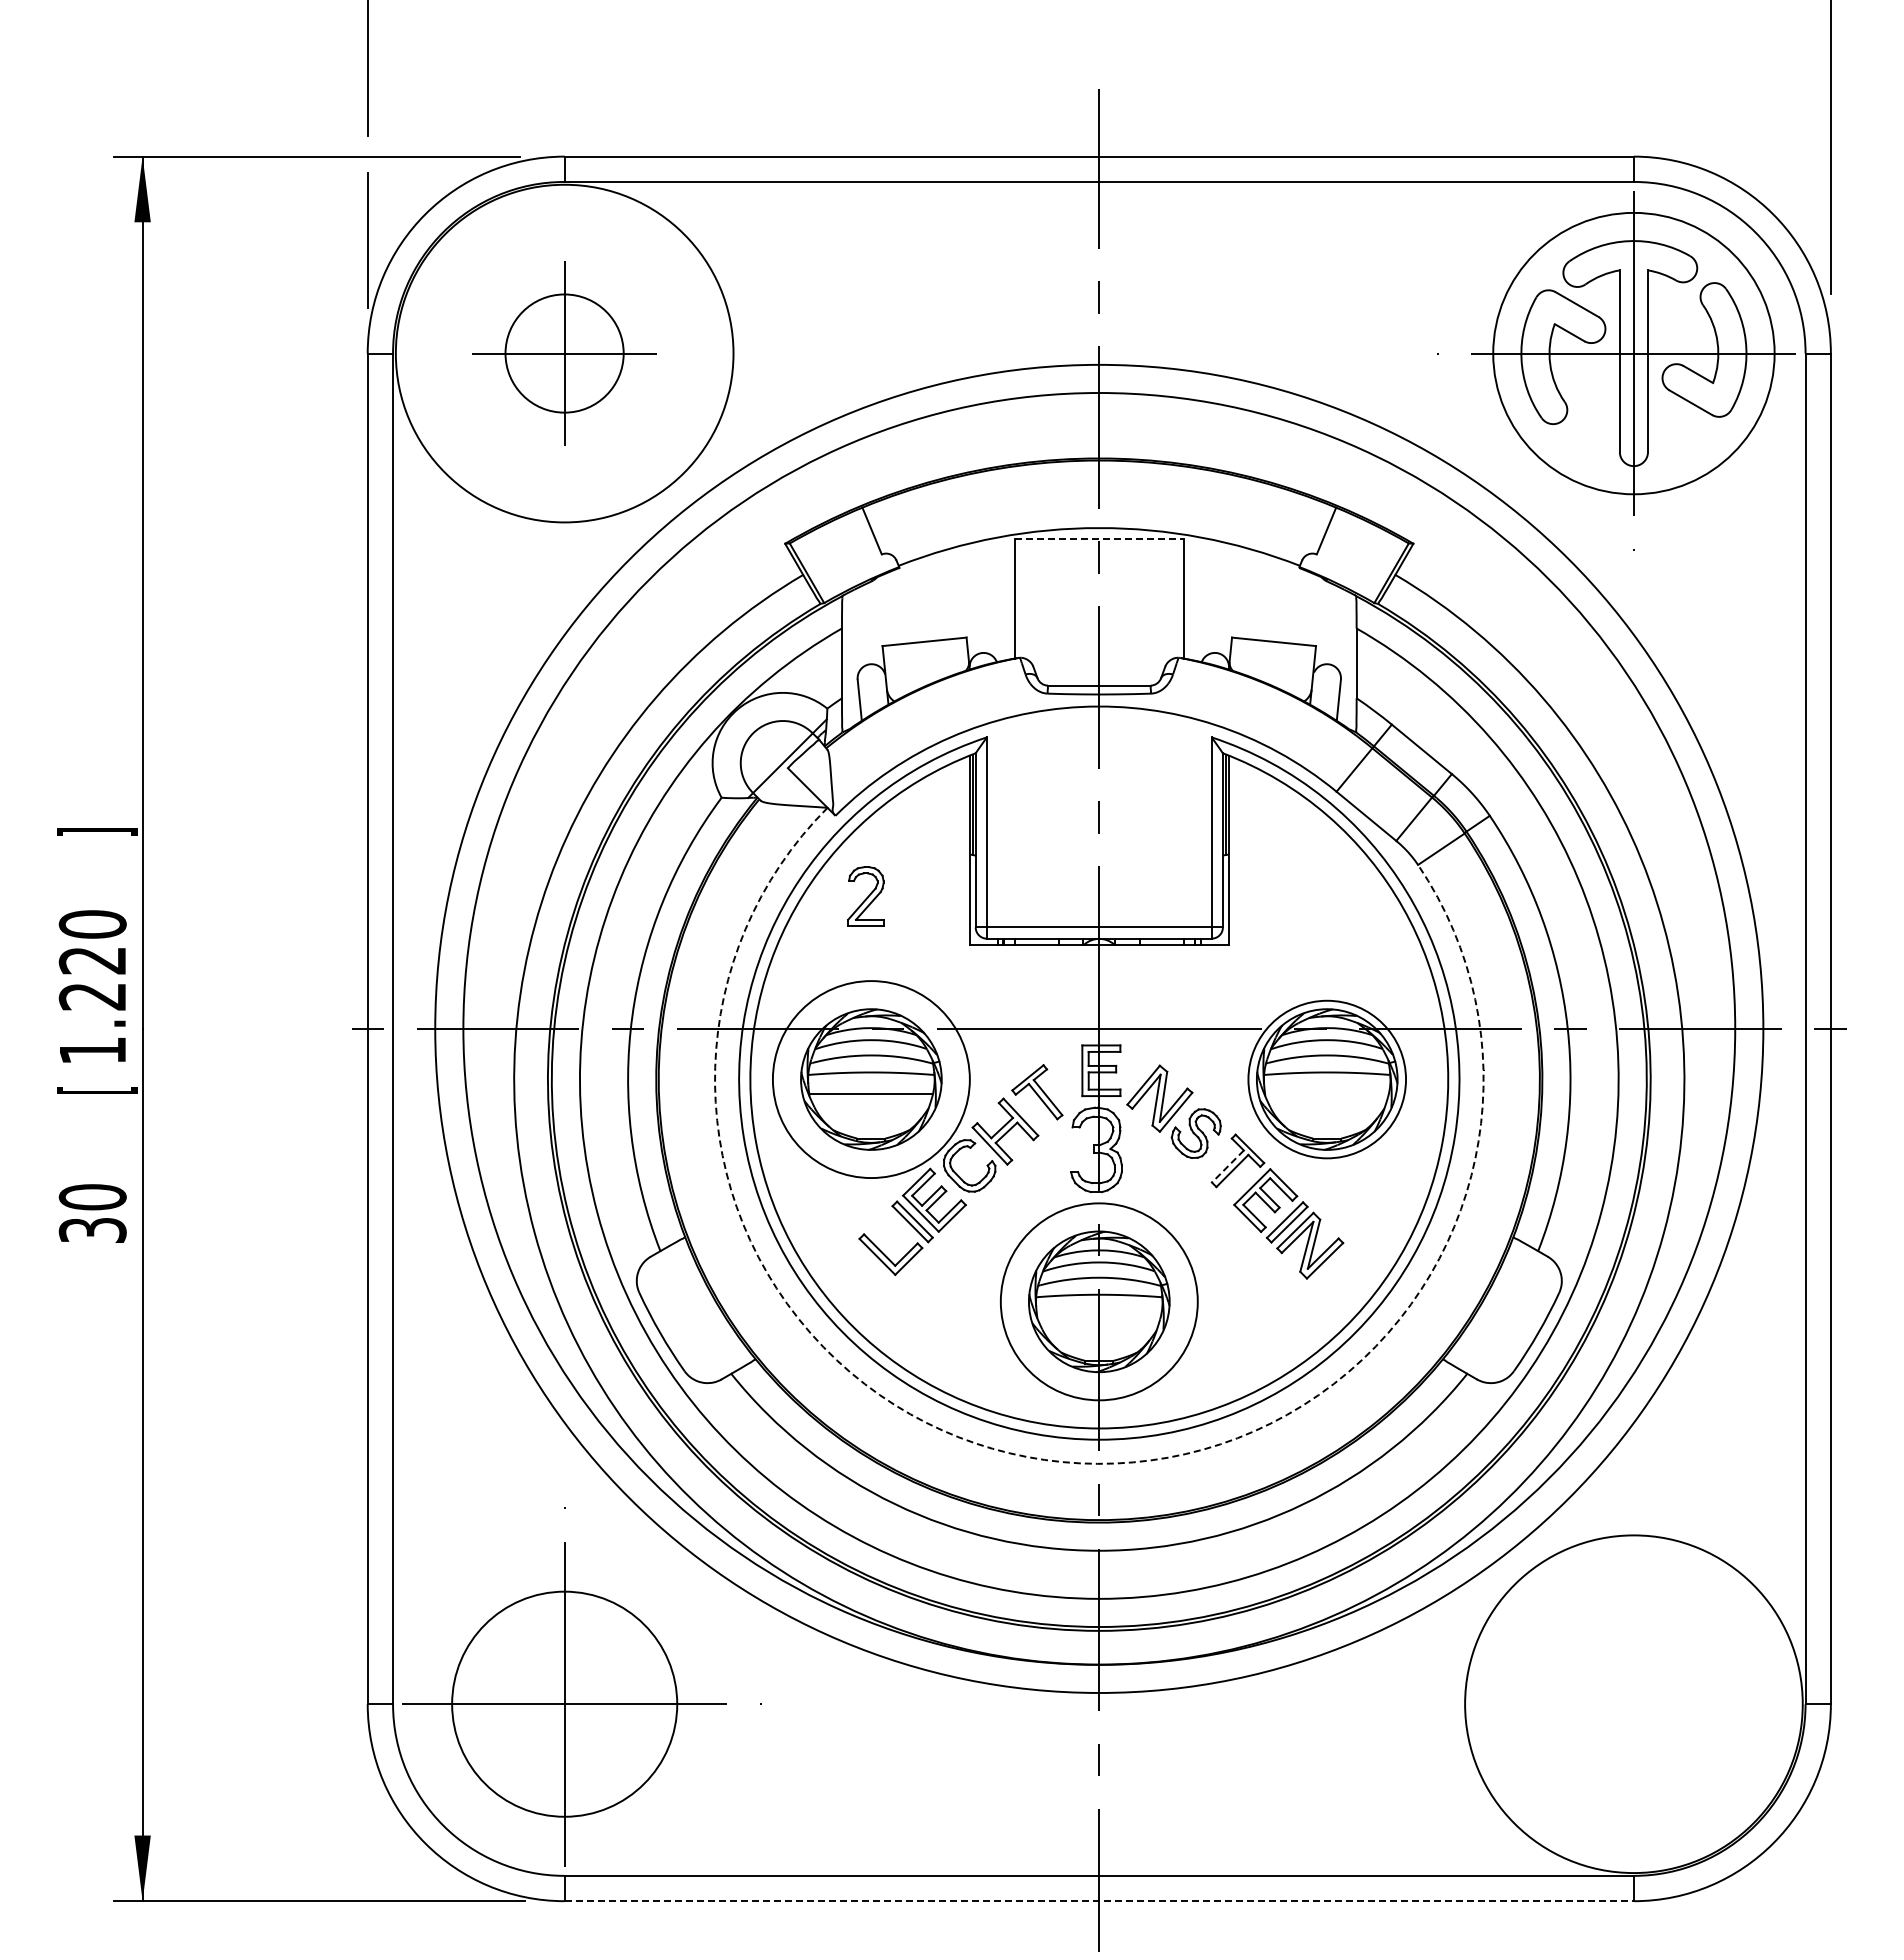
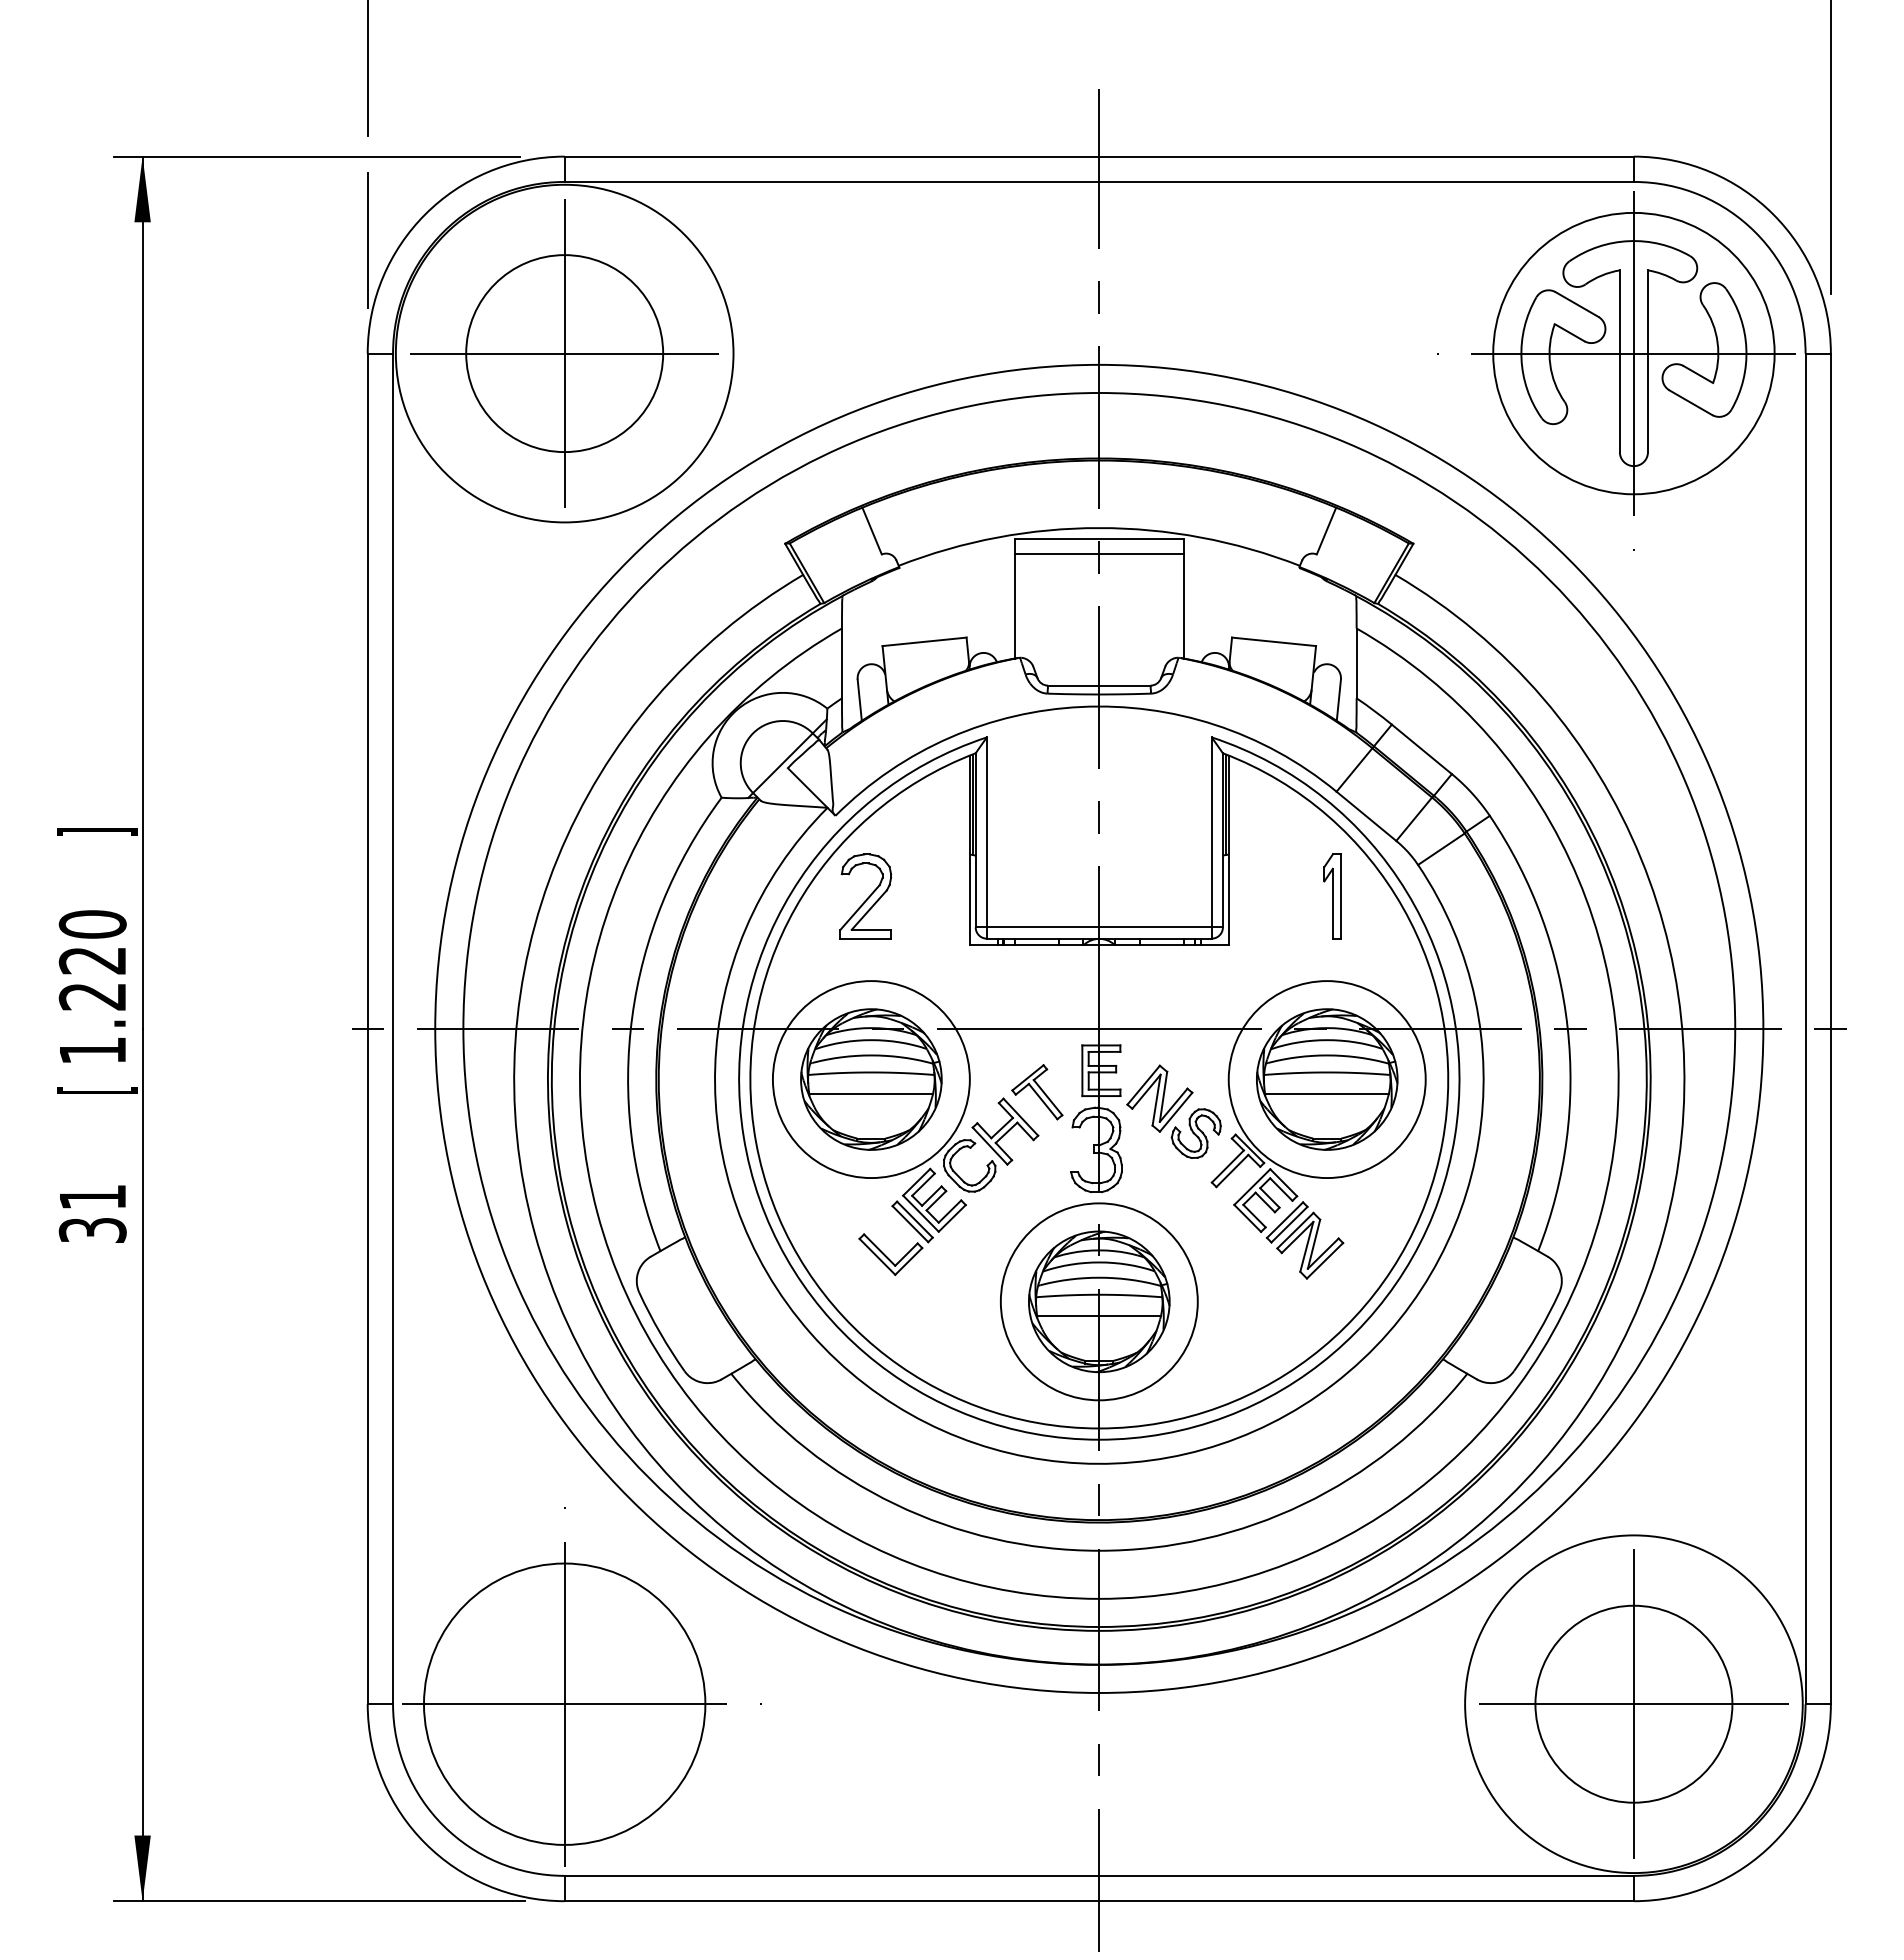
part at (564, 353) size: 185x185 px -> 309x309 px
line at (1099, 539): dashed -> solid
line at (1098, 553): none -> present
part at (865, 896) size: 38x61 px -> 54x87 px
part at (1332, 896): none -> present
circle at (1327, 1079) diameter: 158 px -> 197 px
line at (1326, 1093): none -> present
line at (1227, 1166): dashed -> solid
text at (92, 1197): 30 -> 31
line at (1098, 1315): none -> present
arc at (1062, 1462): dashed -> solid
circle at (564, 1703) diameter: 225 px -> 281 px
part at (1633, 1703): none -> present
line at (1099, 1901): dashed -> solid
